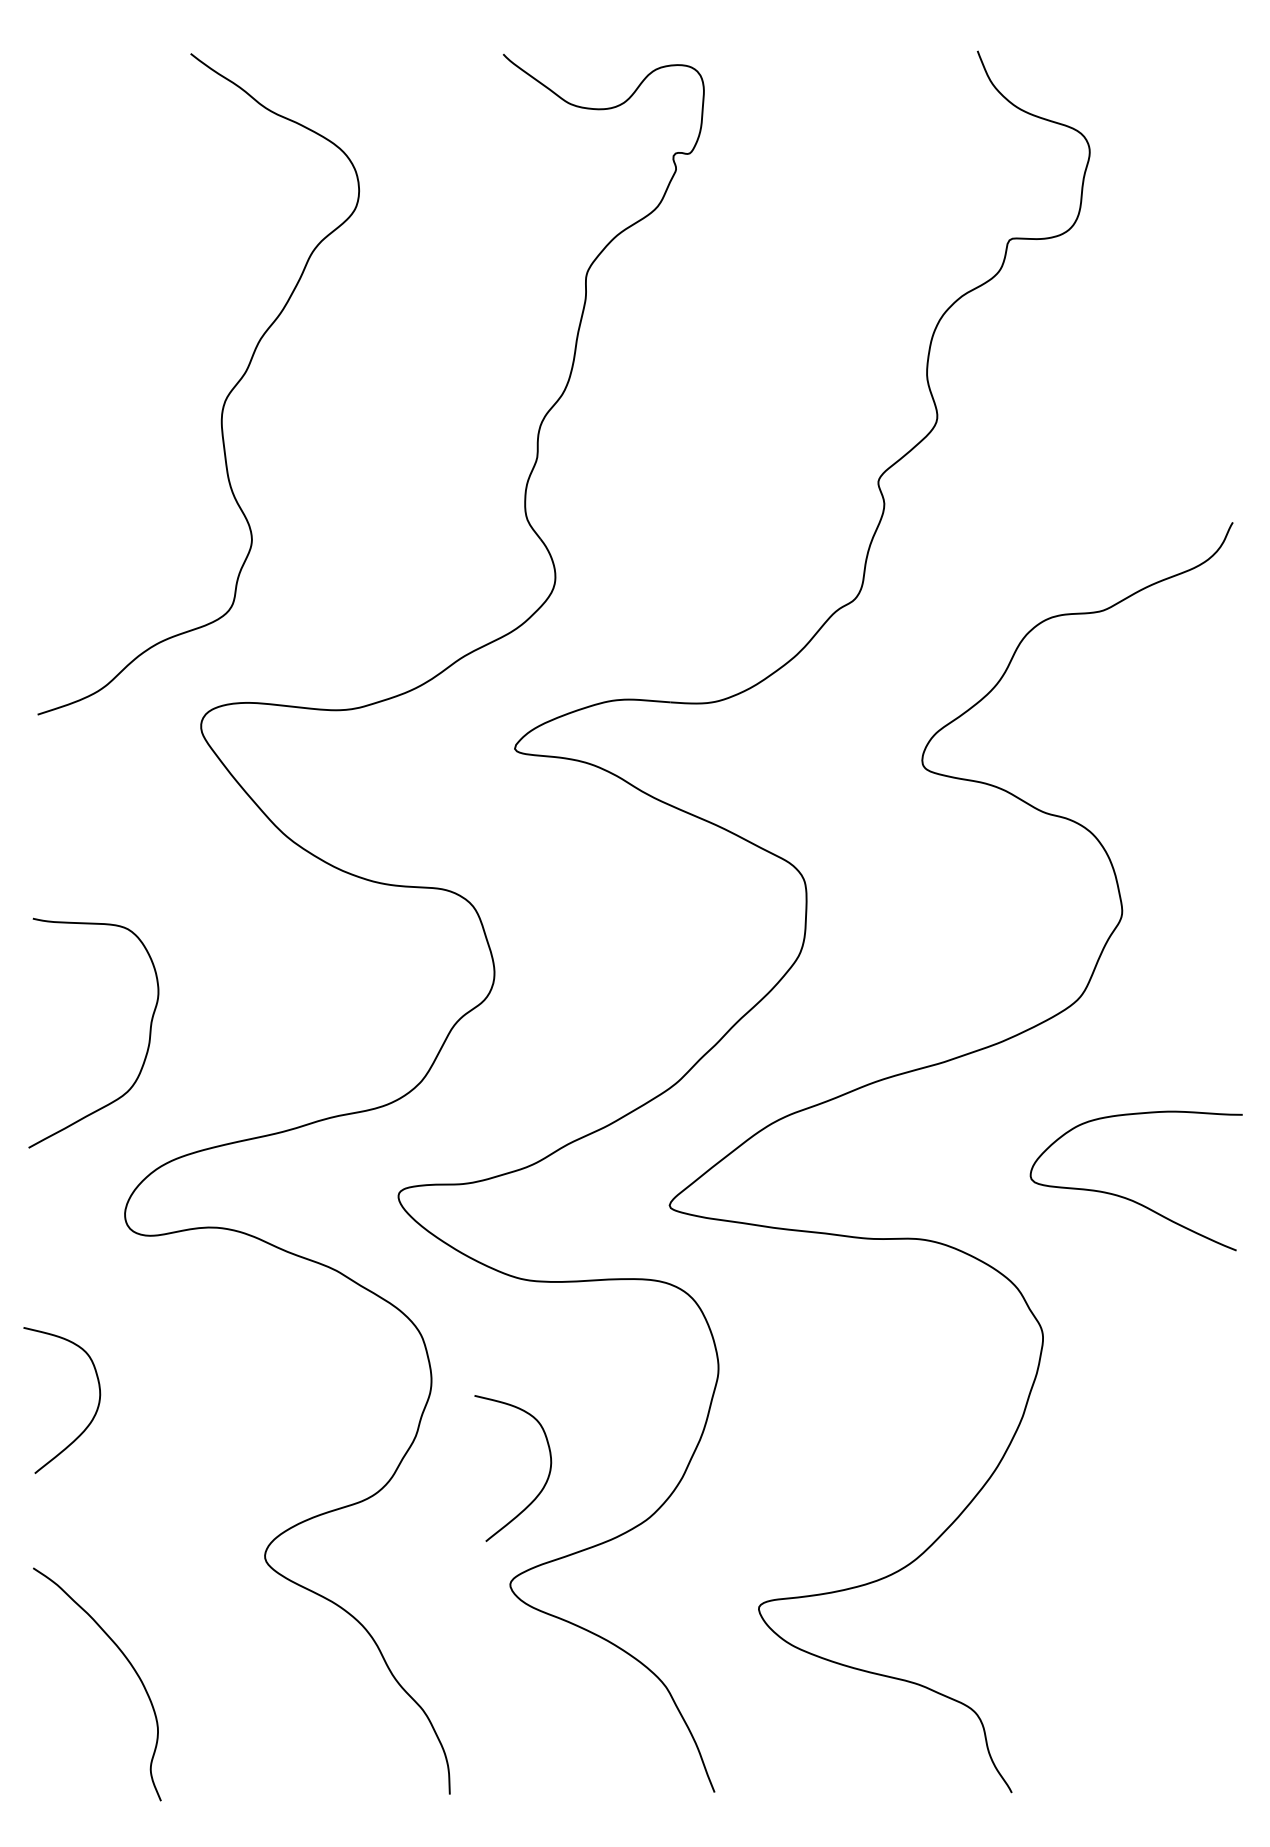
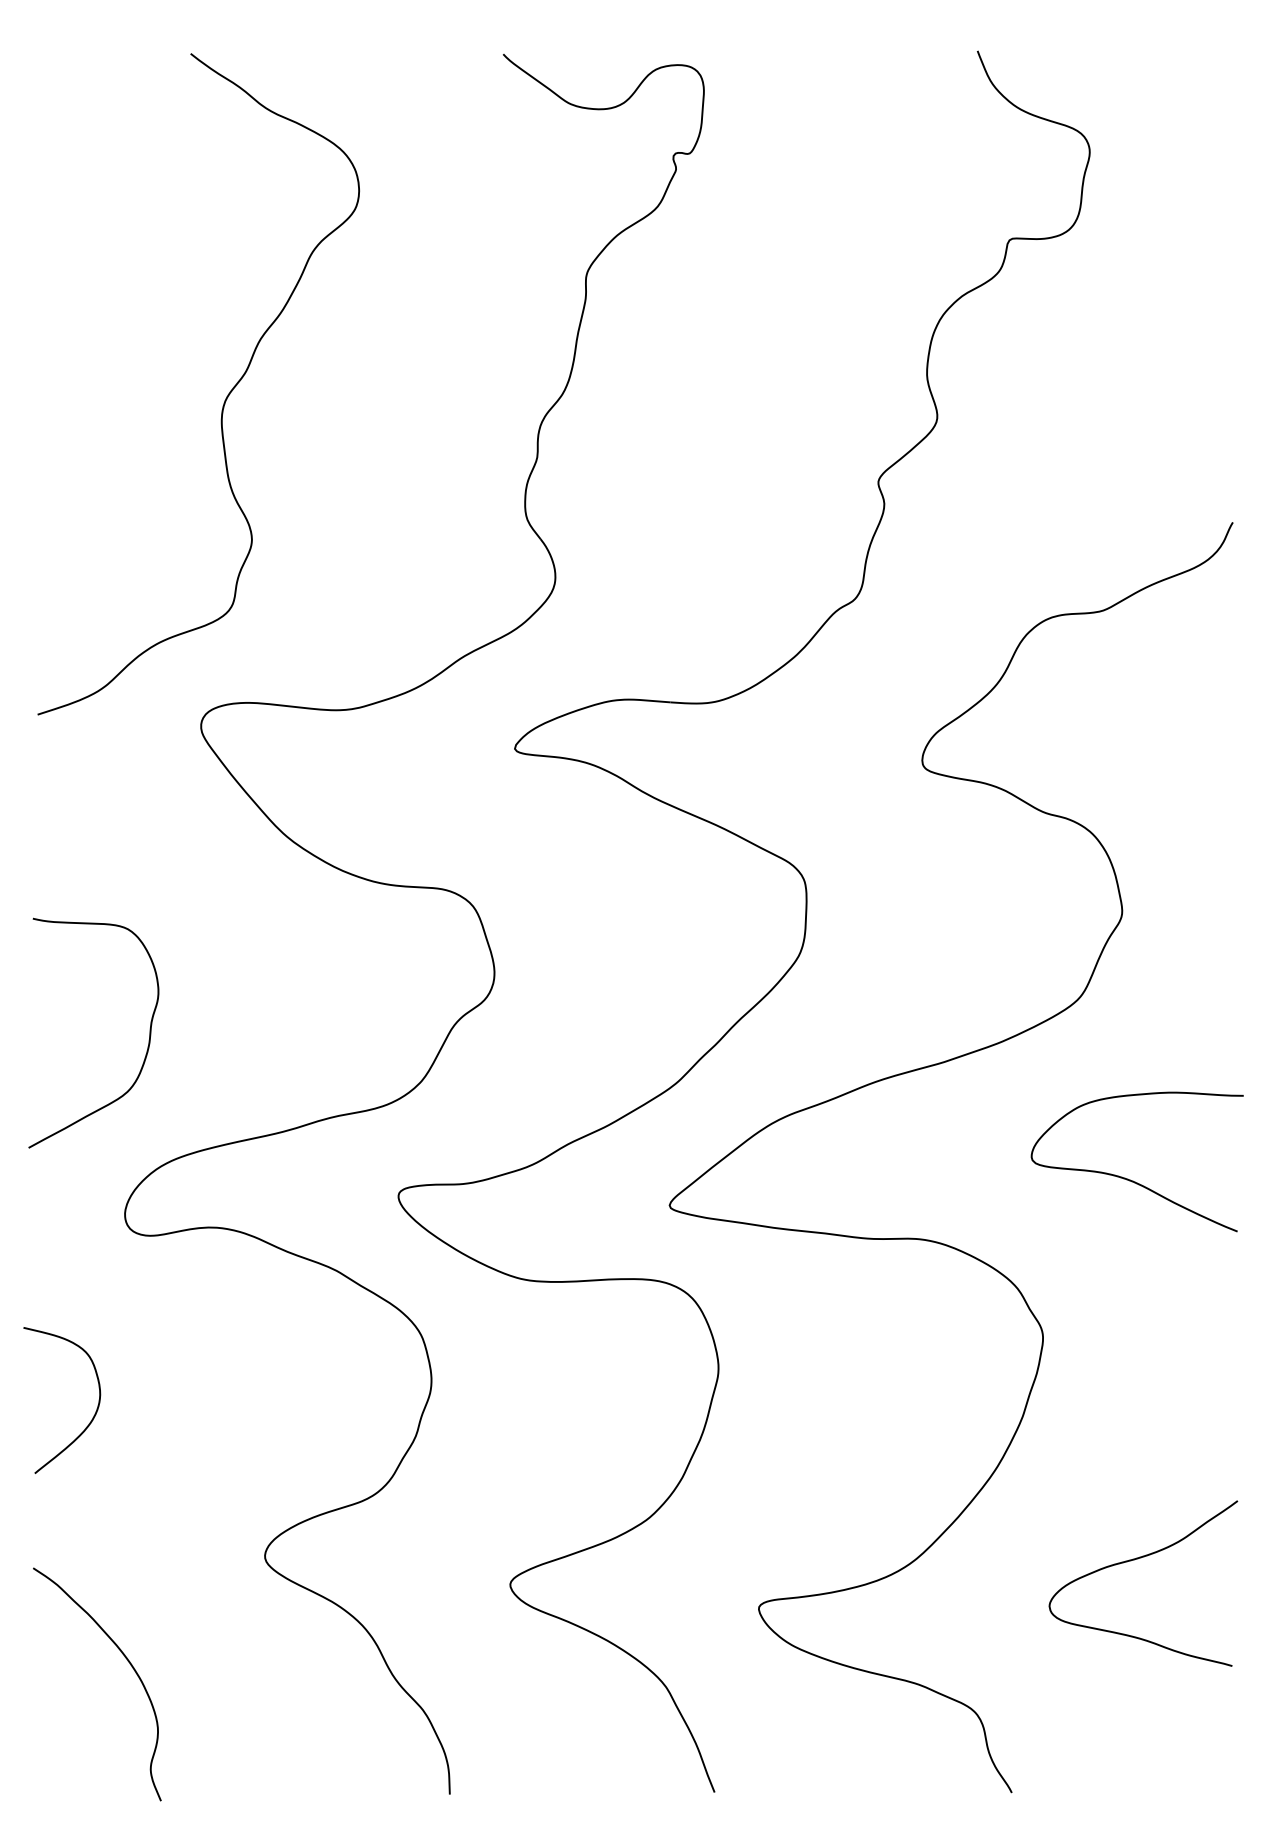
curve at (1129, 1198) position: (1129, 1198) -> (1130, 1179)
curve at (544, 1483): present -> none
curve at (1138, 1559): none -> present
